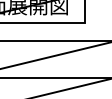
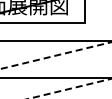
line at (55, 55): solid -> dashed
line at (69, 88): solid -> dashed
